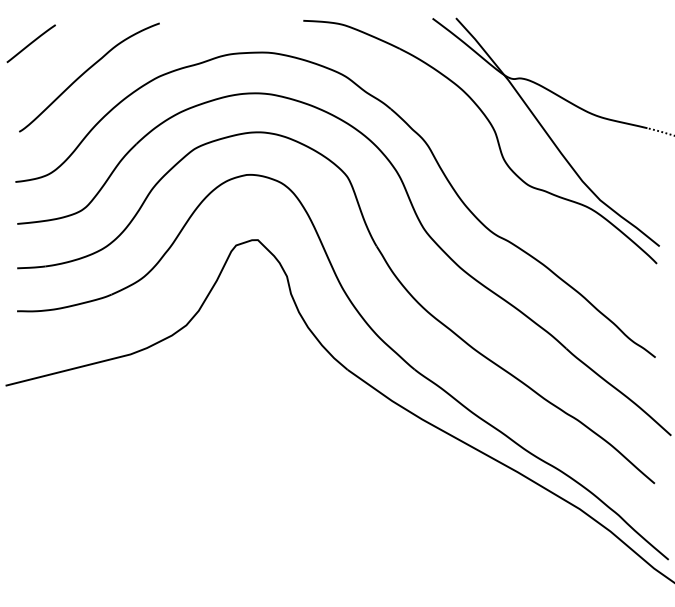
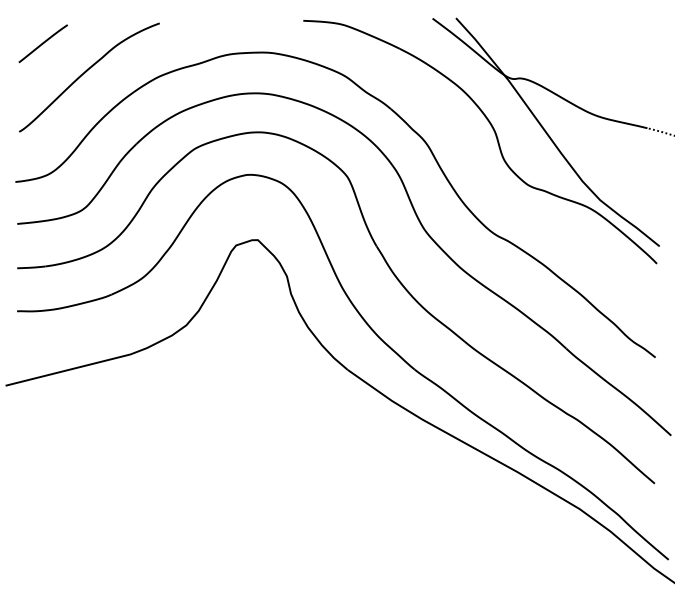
line at (30, 43) position: (30, 43) -> (42, 43)
